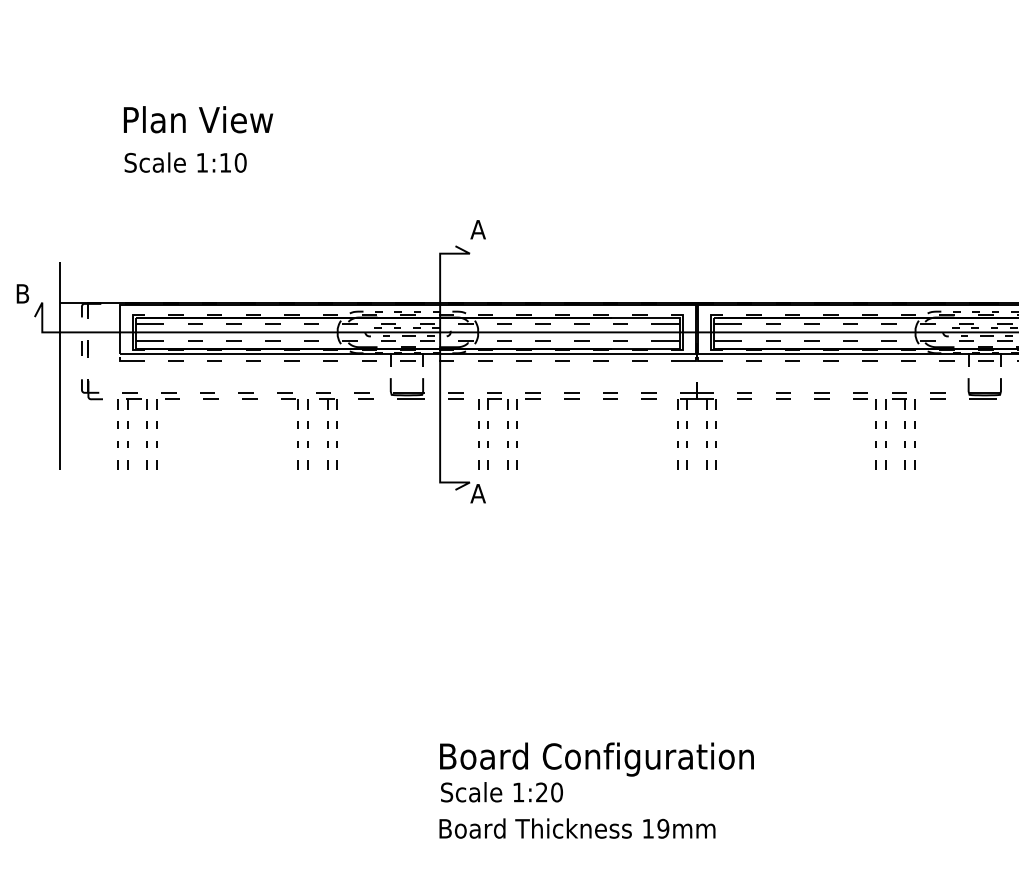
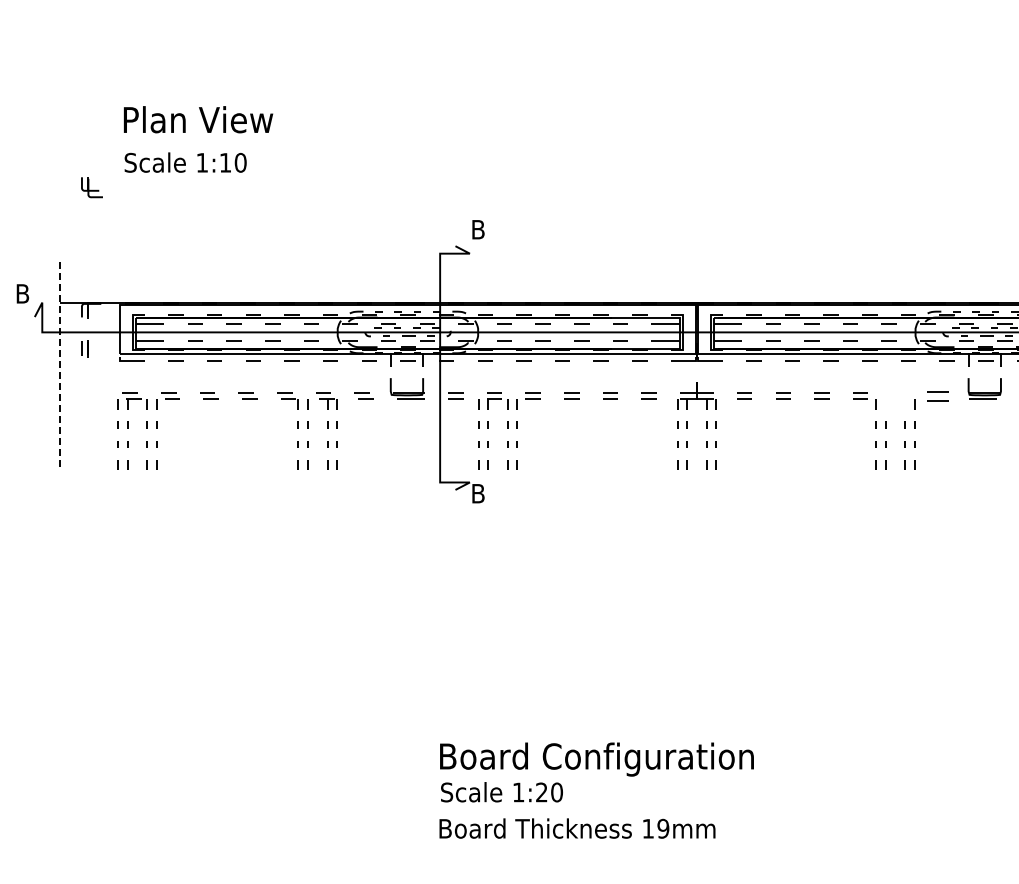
text at (477, 229): A -> B
line at (60, 366): solid -> dashed
part at (91, 389) position: (91, 389) -> (91, 187)
part at (937, 395) size: 16x8 px -> 22x11 px
part at (895, 400): present -> none
text at (477, 493): A -> B
